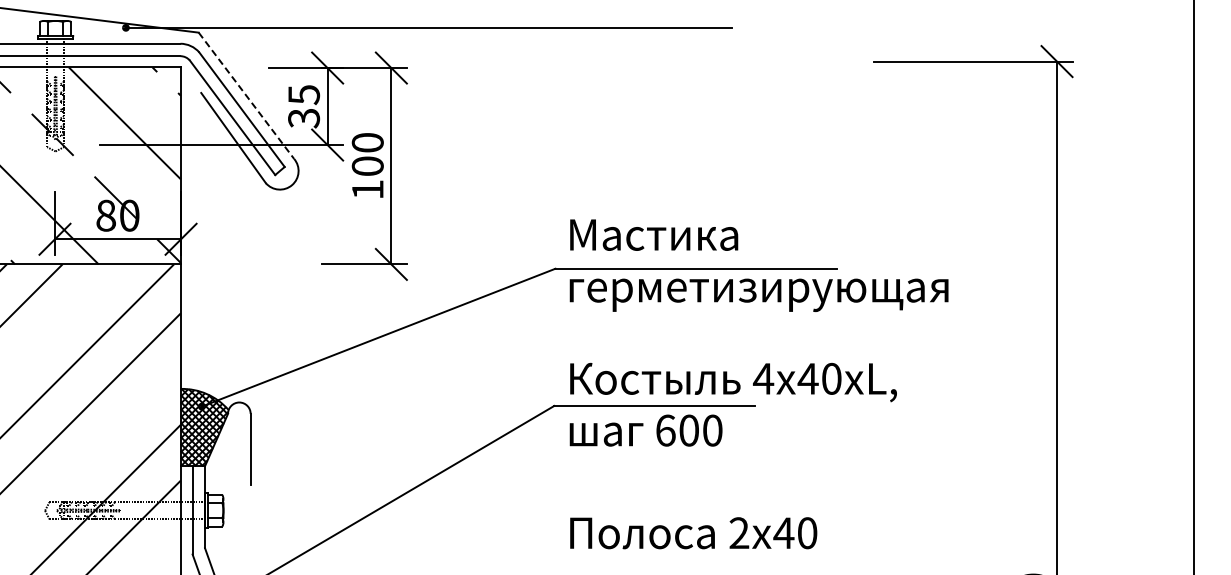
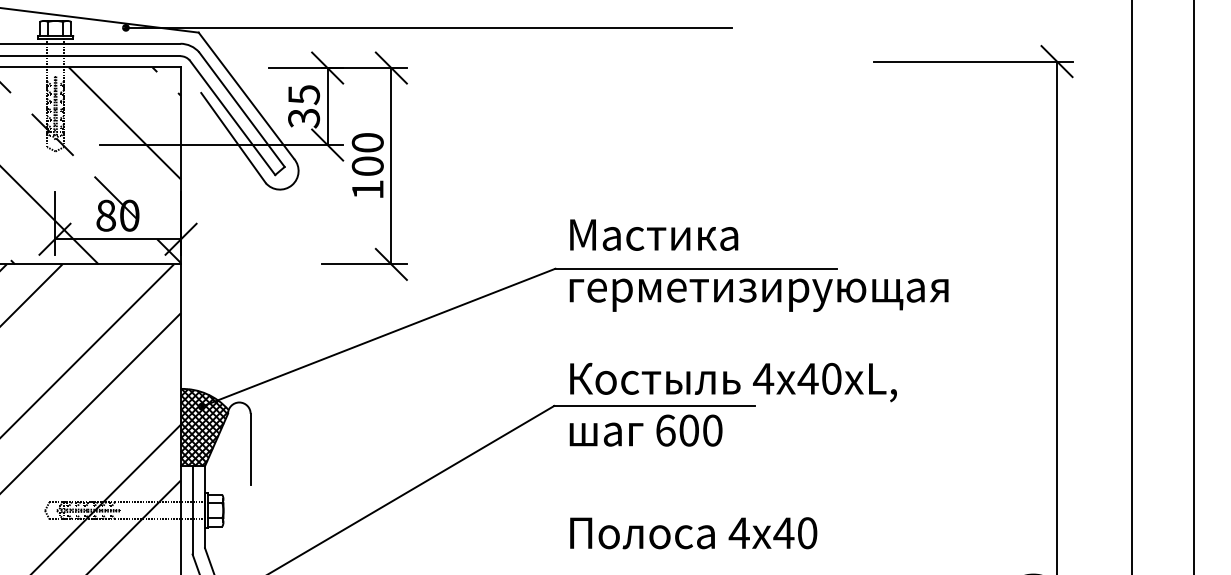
line at (246, 96): dashed -> solid
line at (1131, 286): none -> present
text at (738, 532): 2 -> 4
